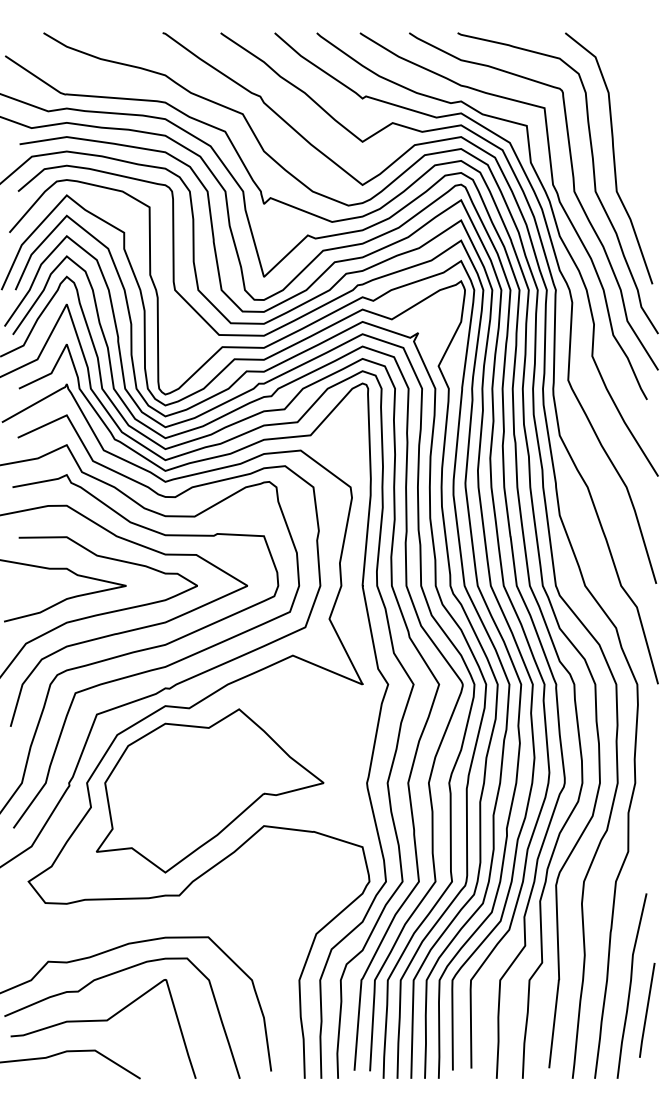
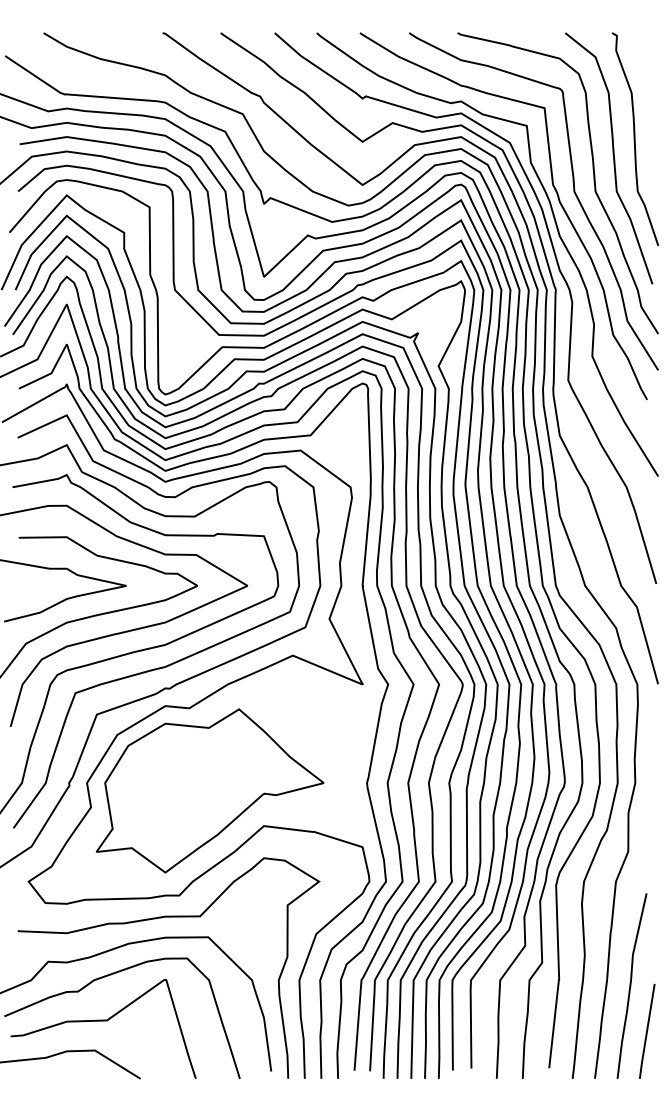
curve at (635, 138): none -> present
curve at (161, 918): none -> present
line at (647, 1009) position: (647, 1009) -> (647, 1030)
